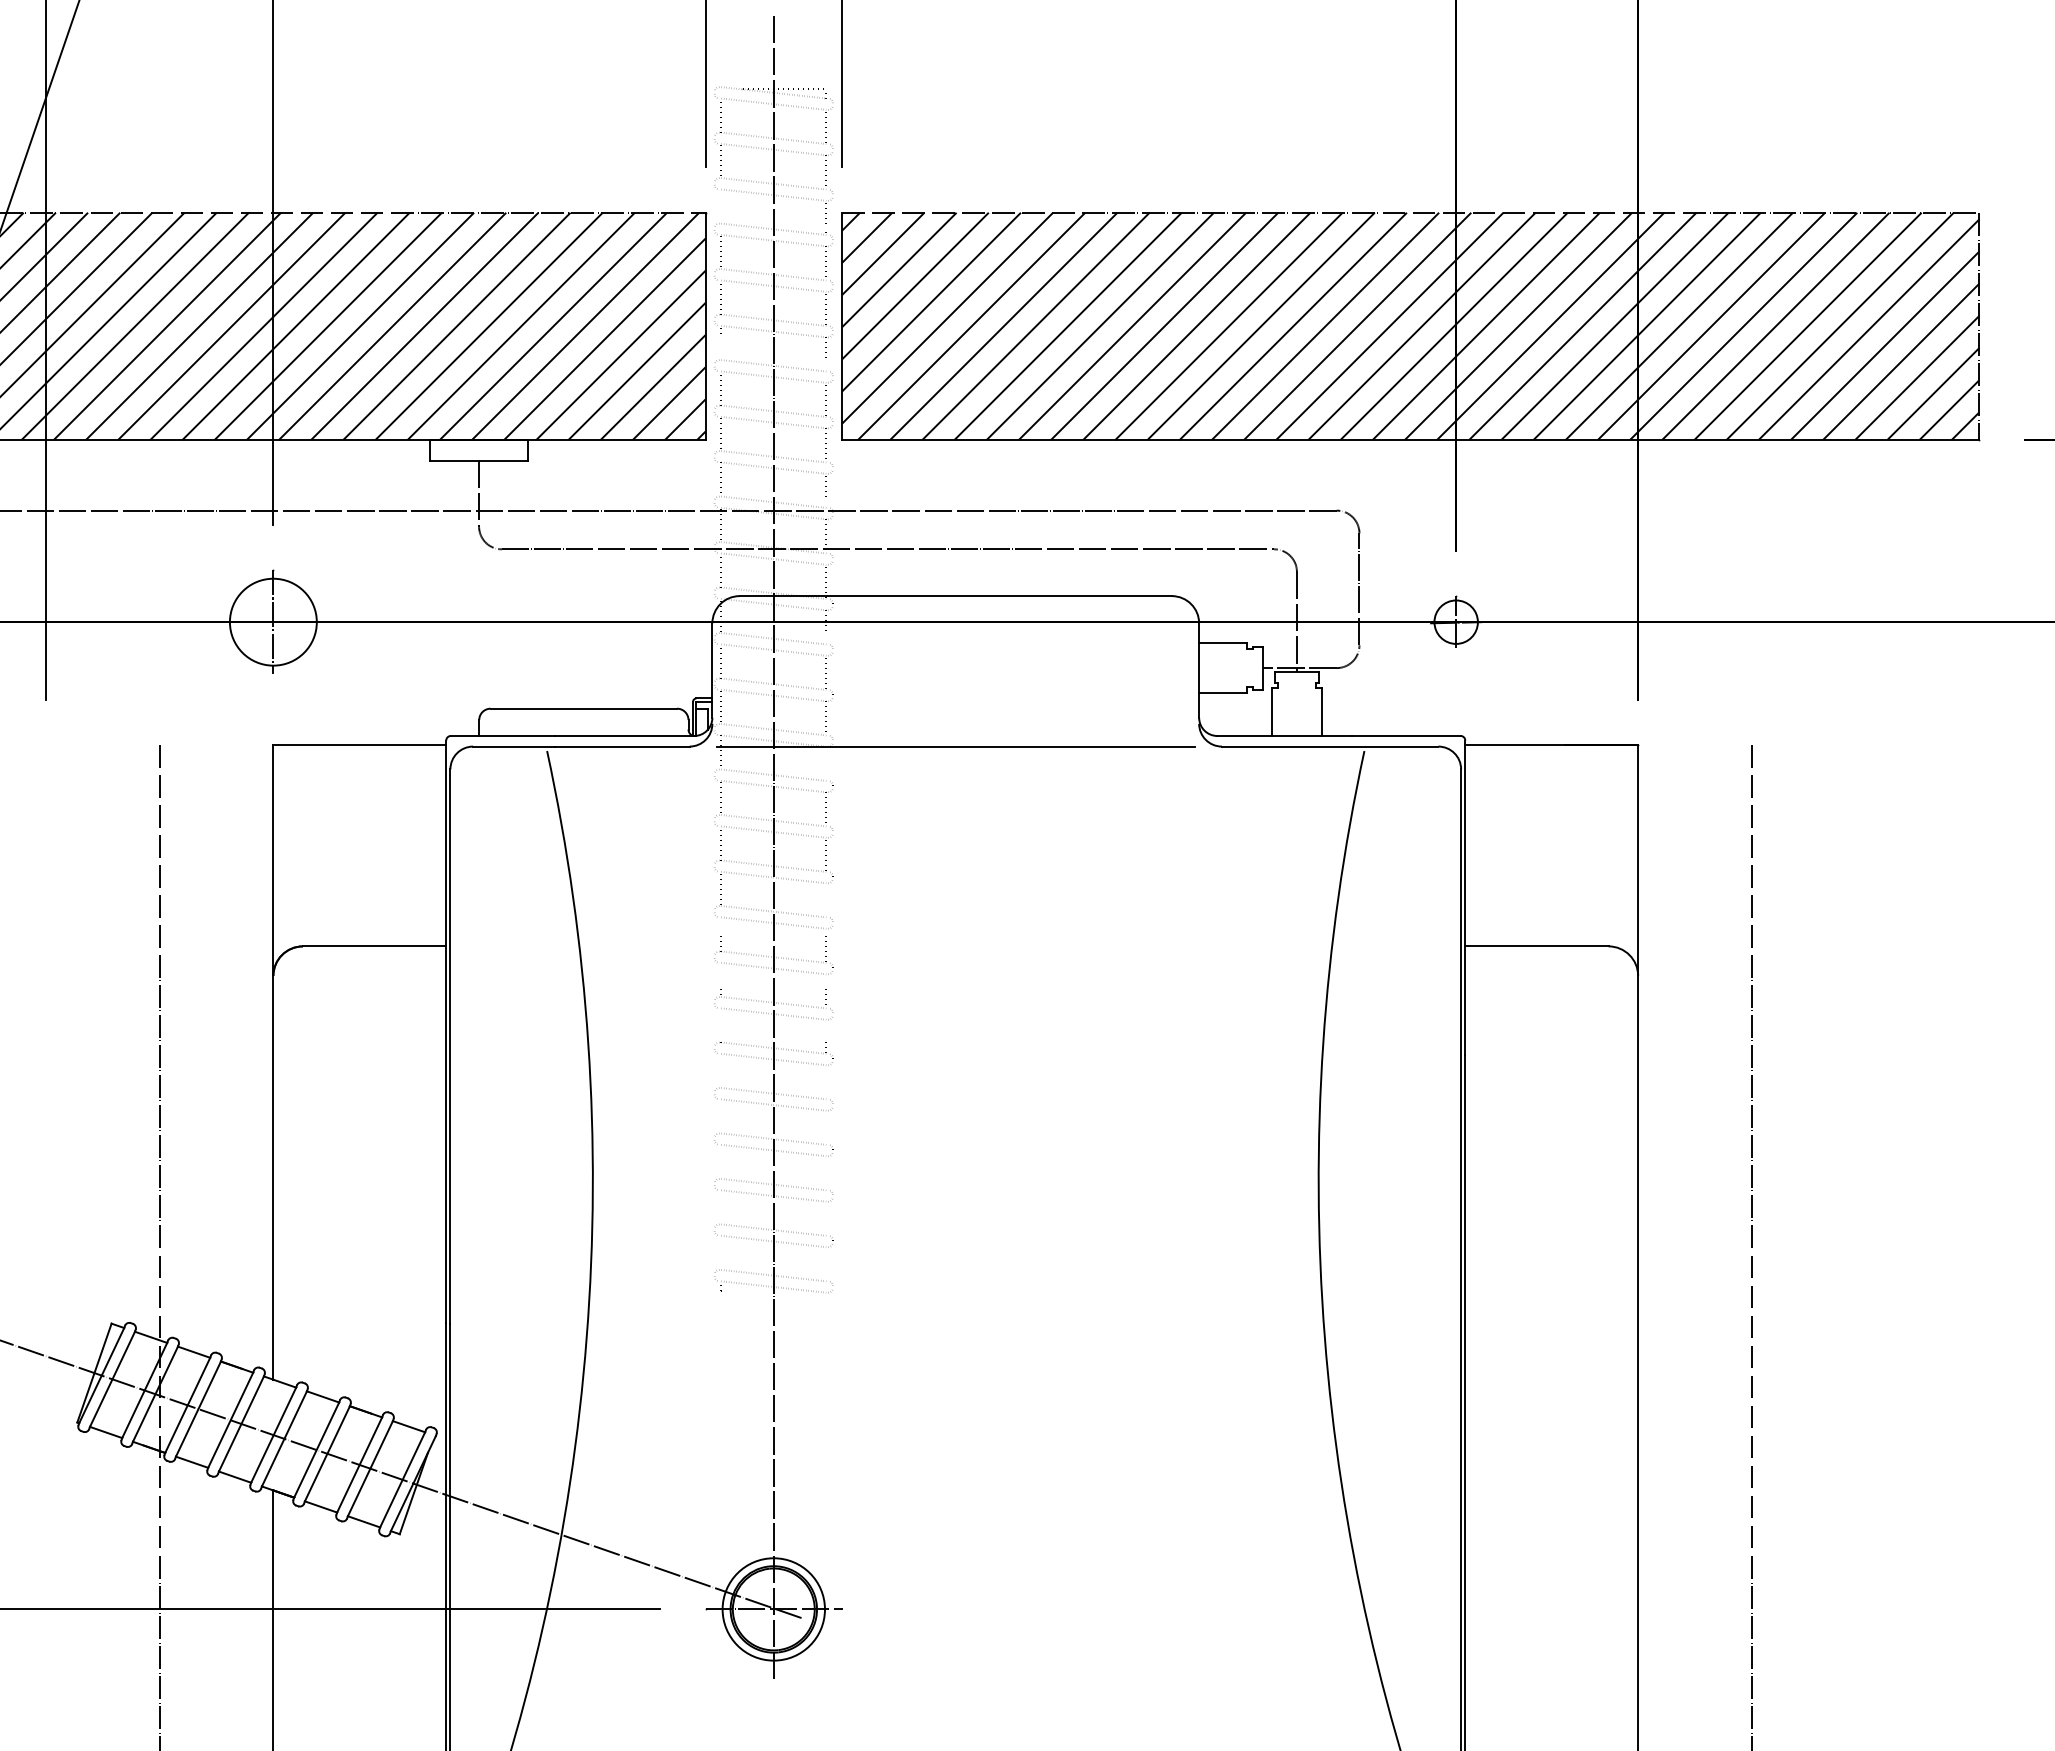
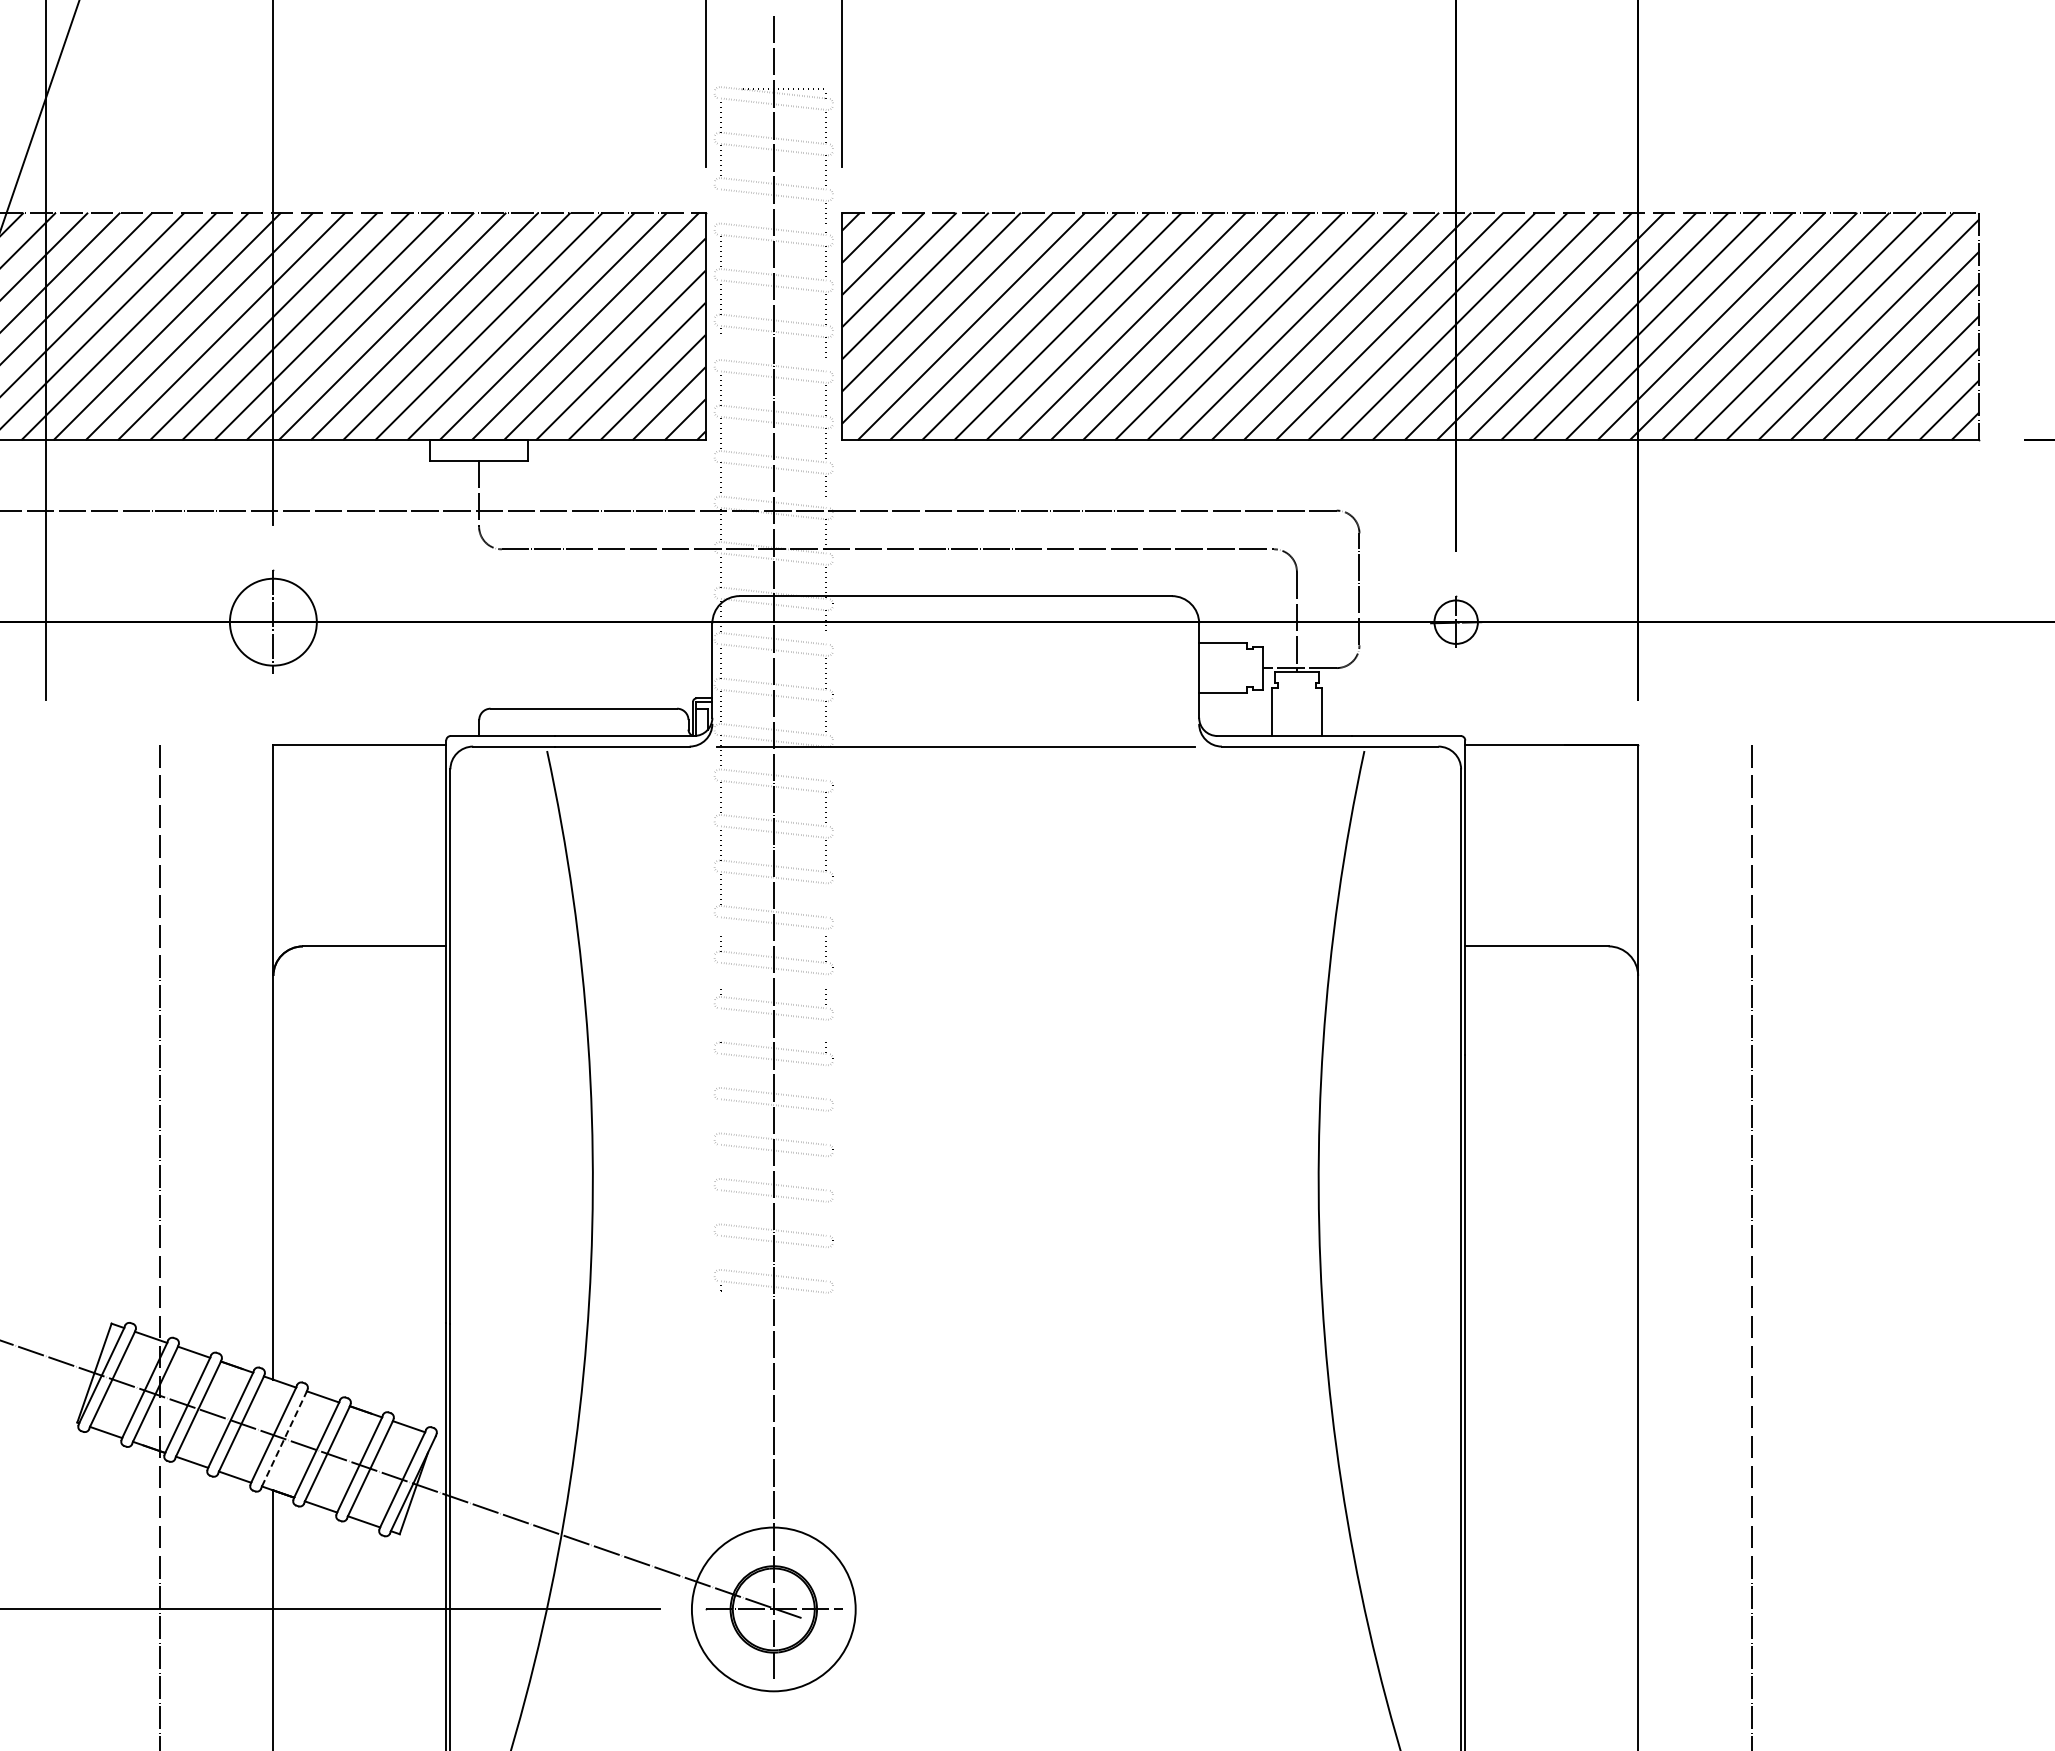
line at (284, 1438): solid -> dashed
circle at (773, 1609) diameter: 102 px -> 164 px
